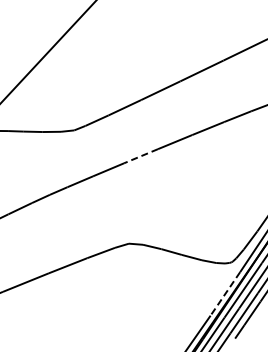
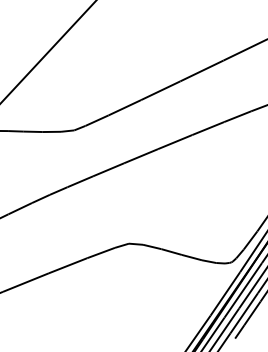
line at (140, 156): dashed -> solid
line at (225, 294): dashed -> solid
